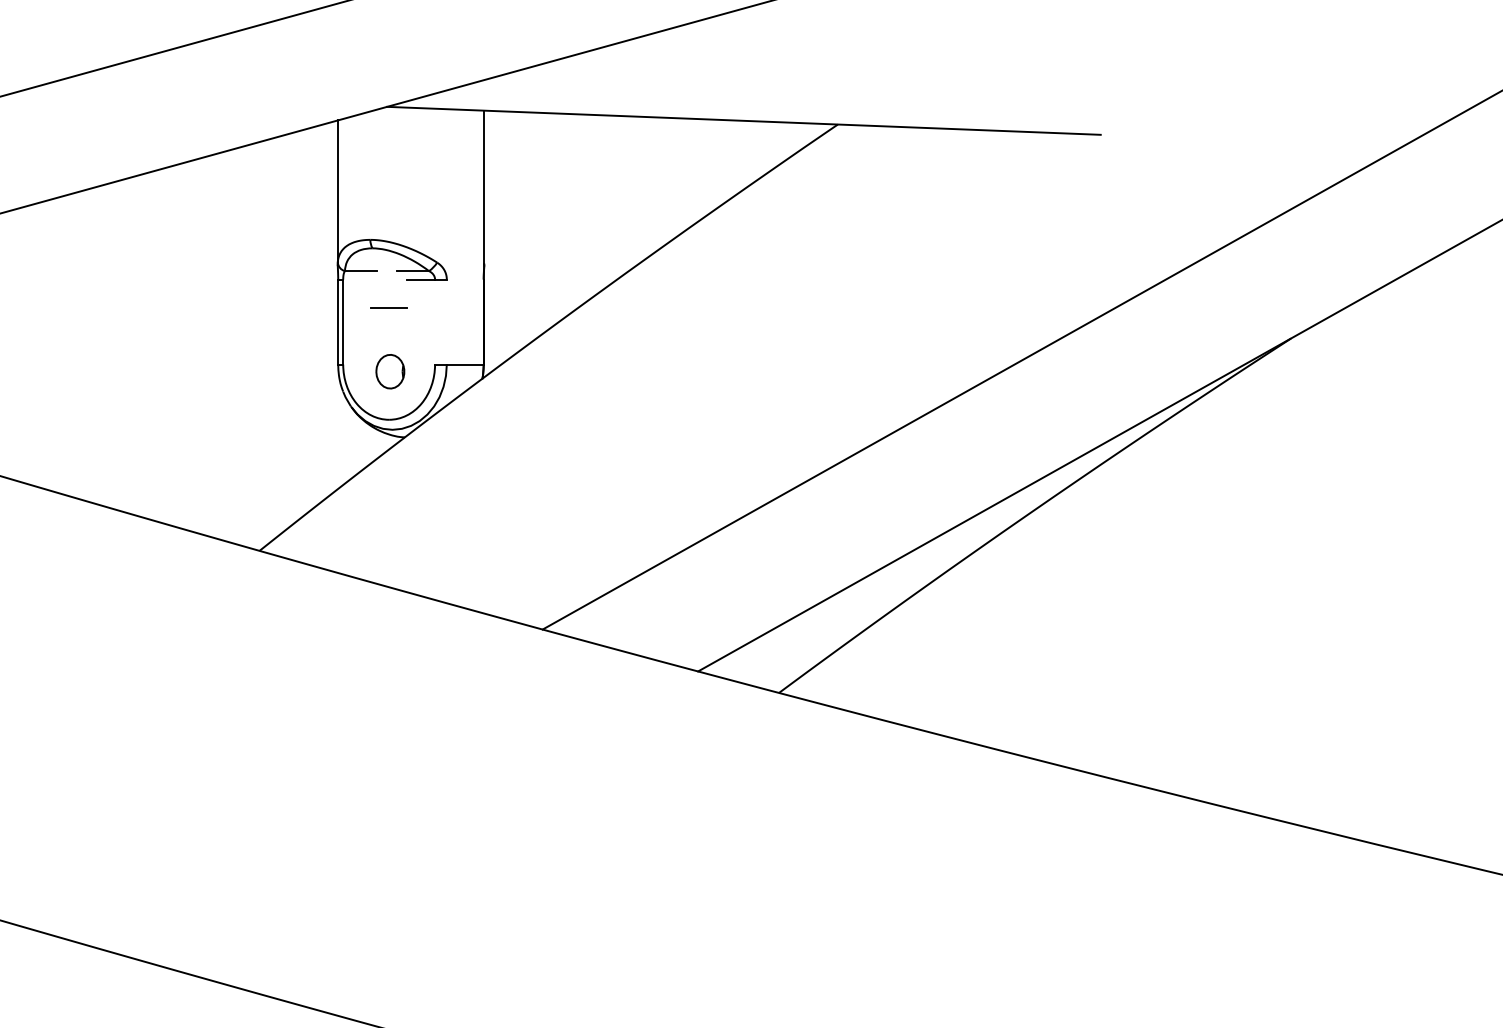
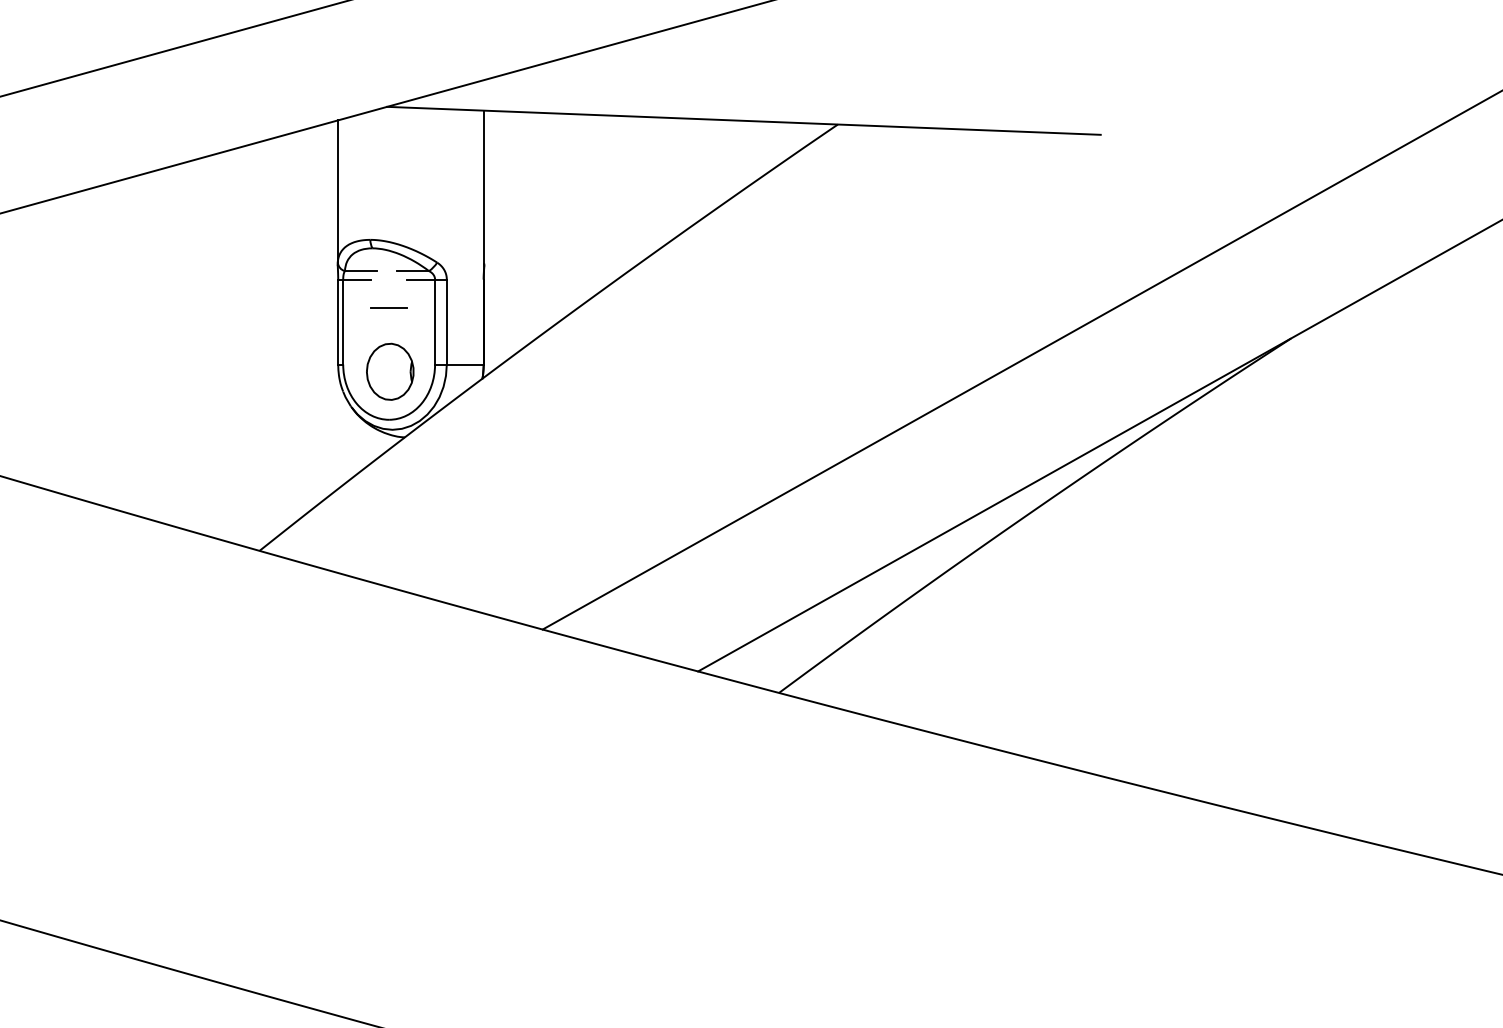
line at (356, 279): none -> present
line at (435, 321): none -> present
line at (446, 321): none -> present
part at (390, 371) size: 31x36 px -> 49x59 px
